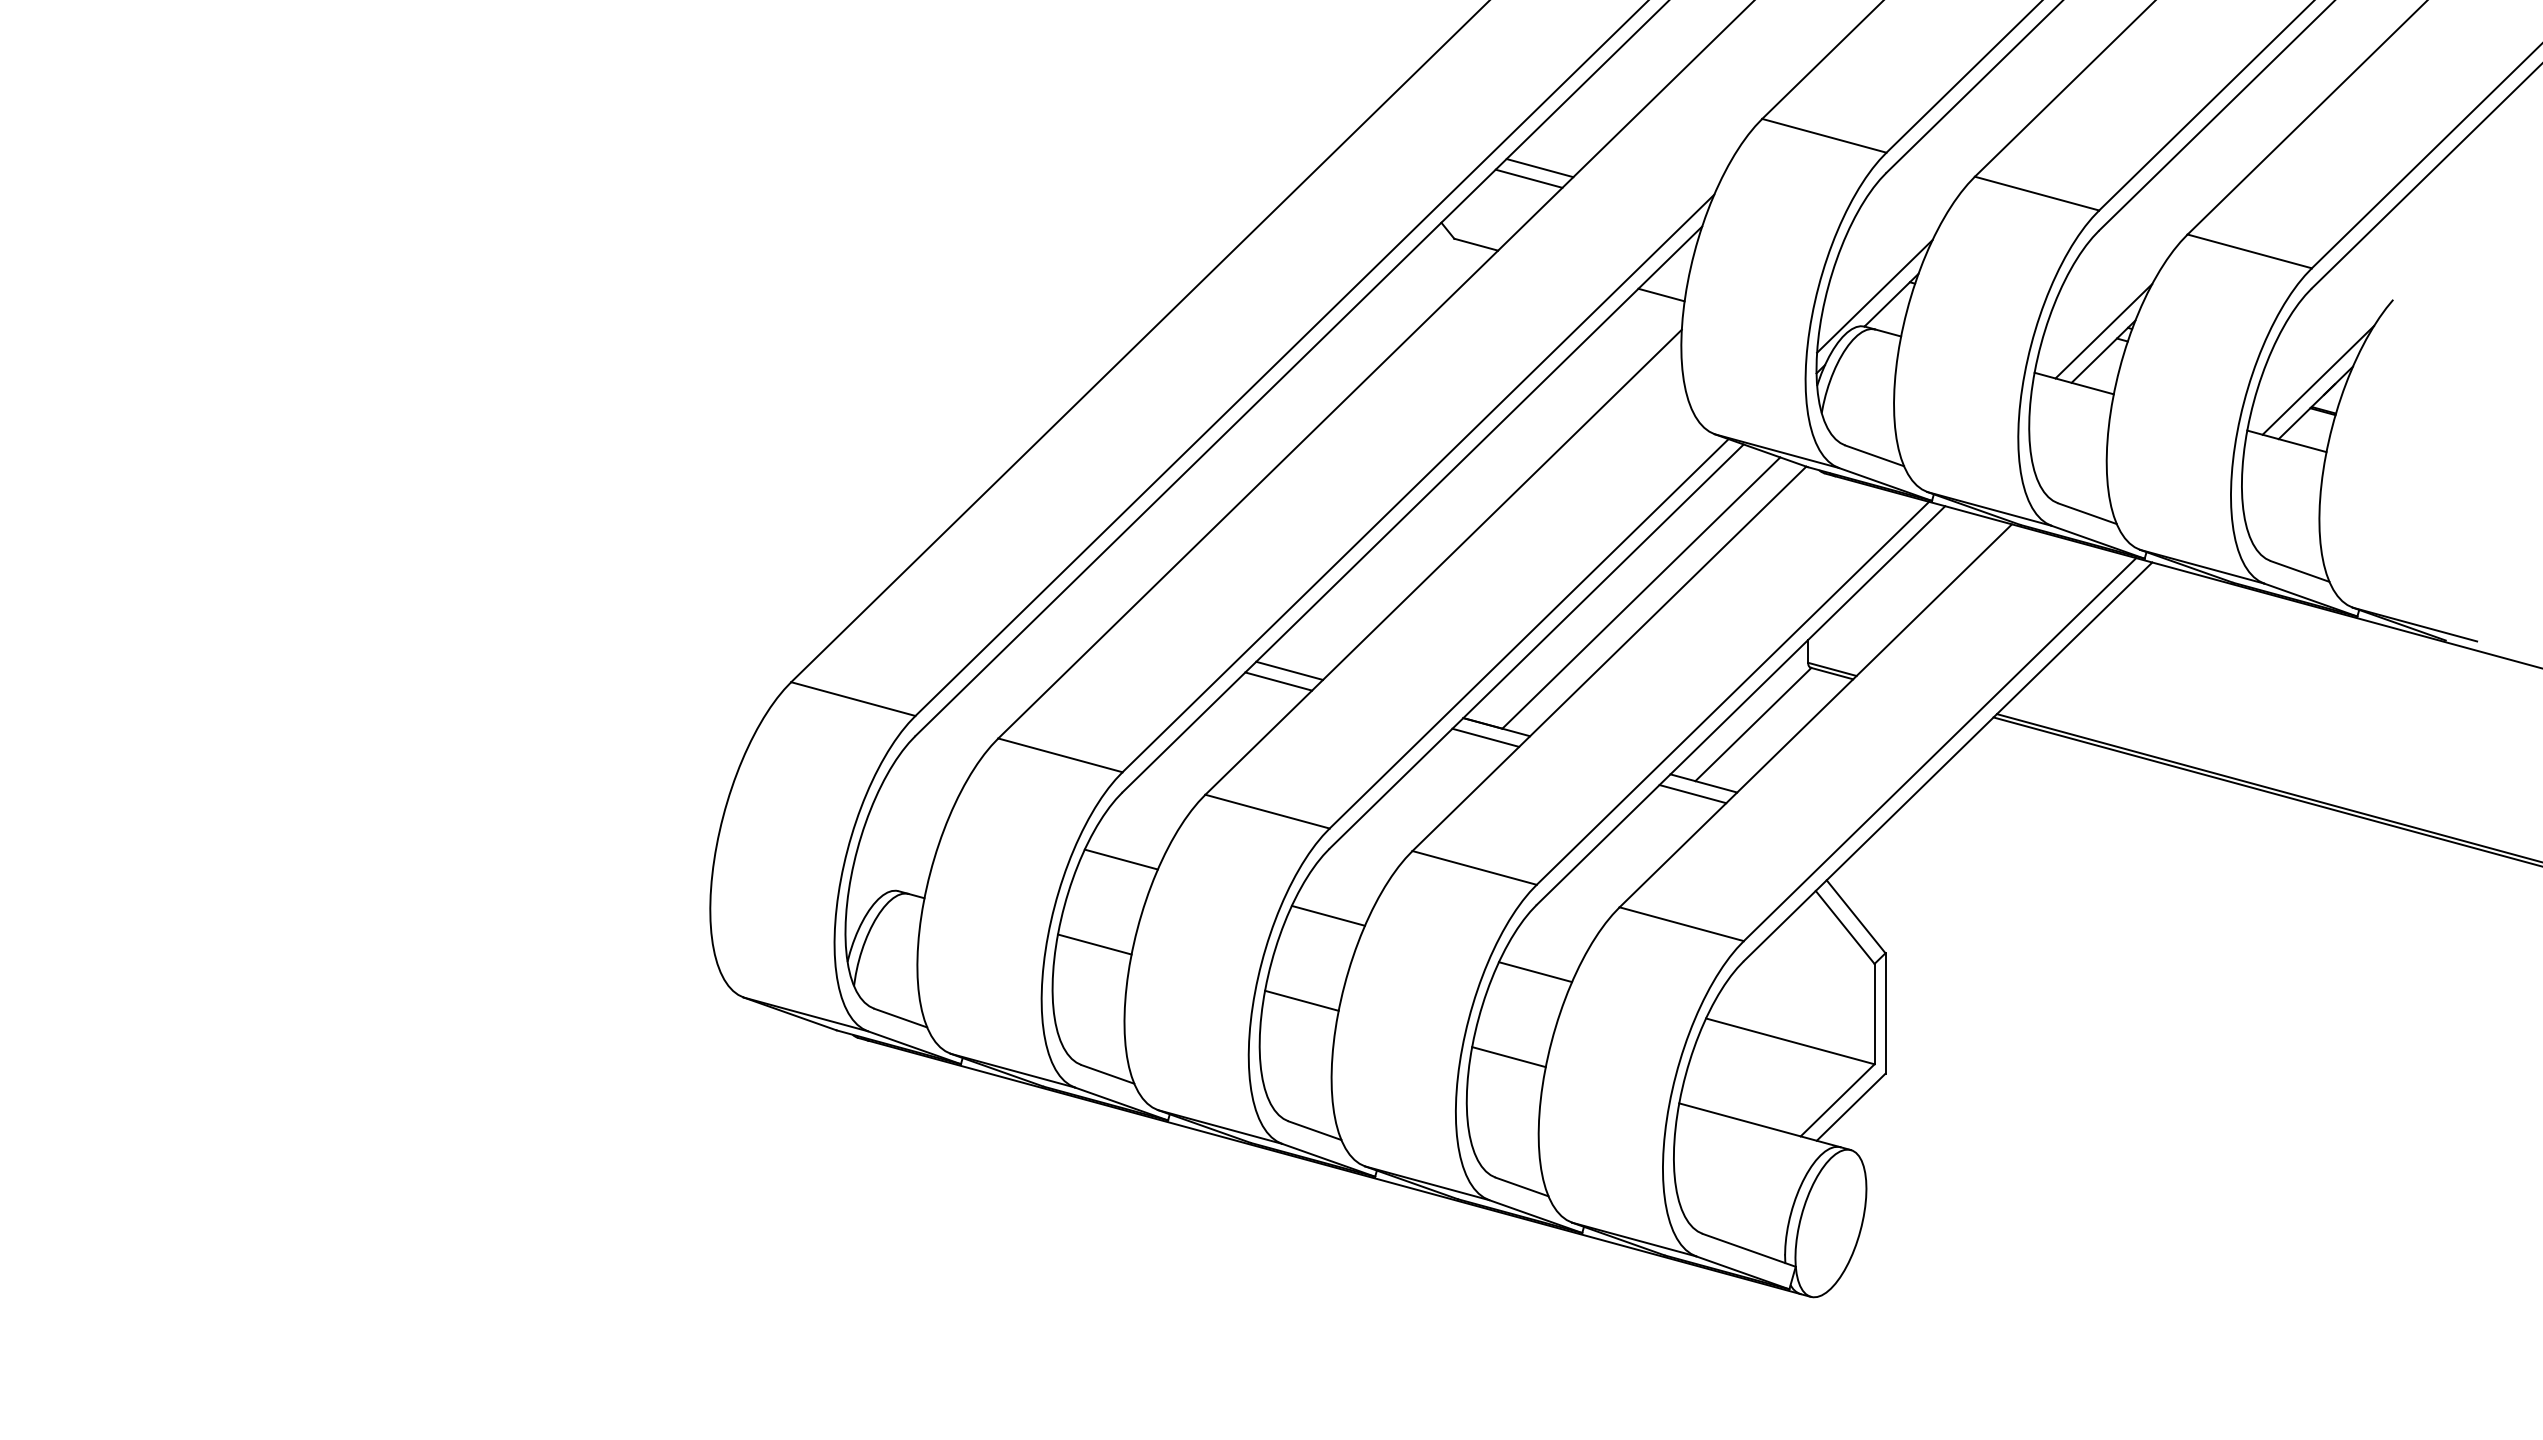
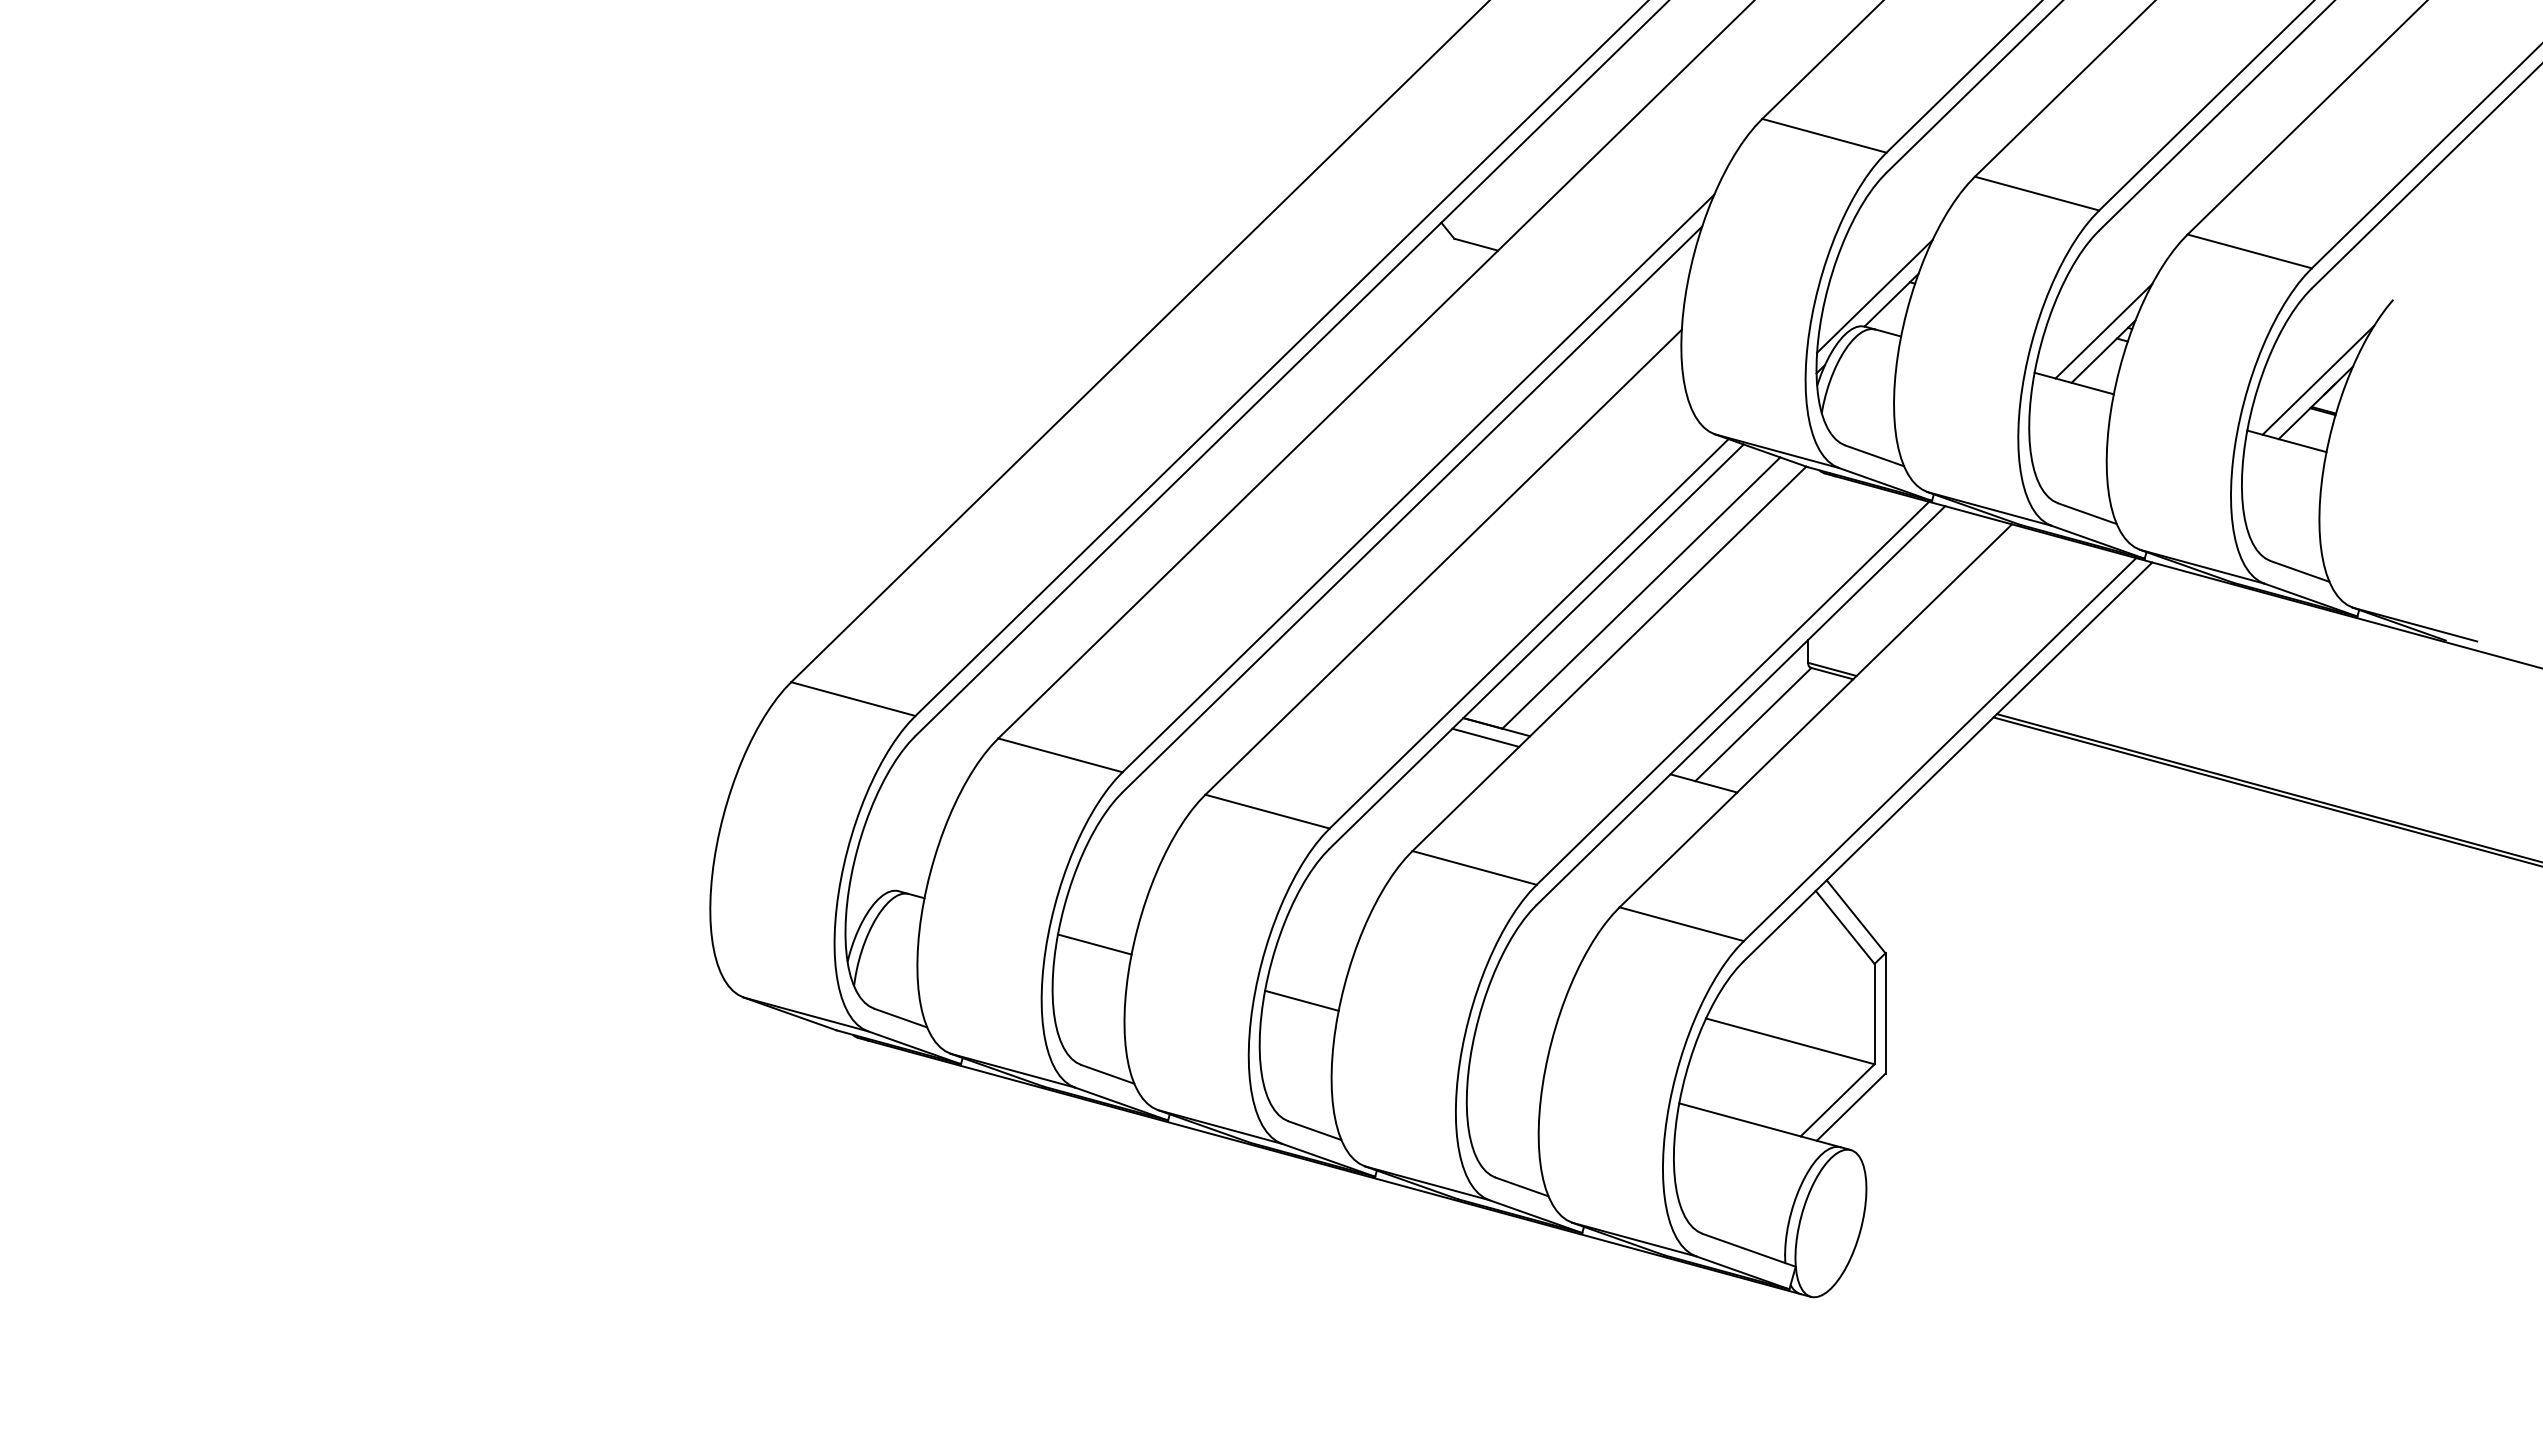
line at (1539, 168): present -> none
line at (1528, 178): present -> none
line at (1661, 294): present -> none
line at (1289, 670): present -> none
line at (1278, 681): present -> none
line at (1692, 794): present -> none
line at (1120, 859): present -> none
line at (1327, 915): present -> none
line at (1535, 972): present -> none
line at (1508, 1057): present -> none
